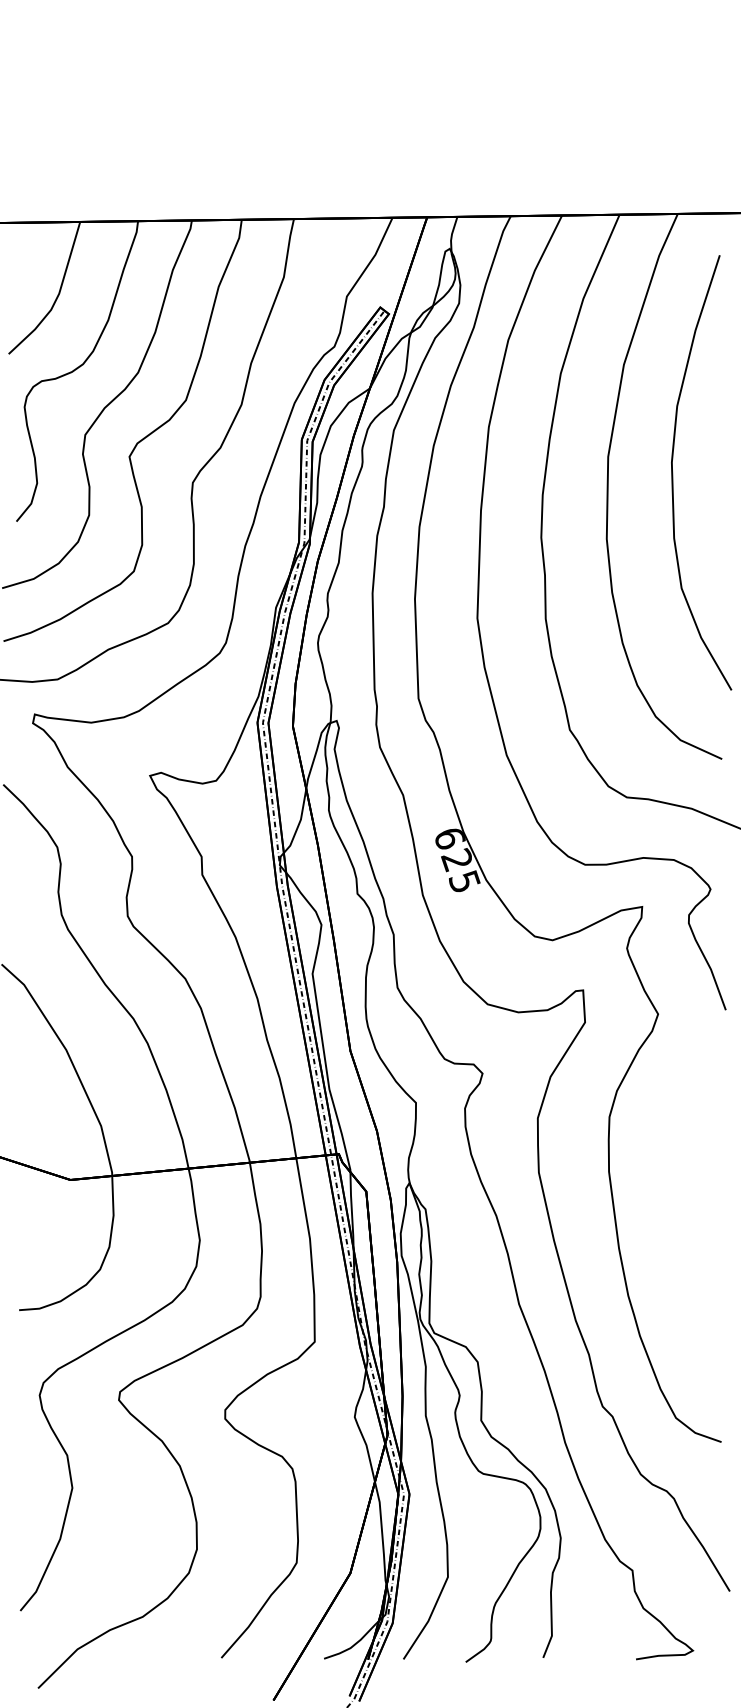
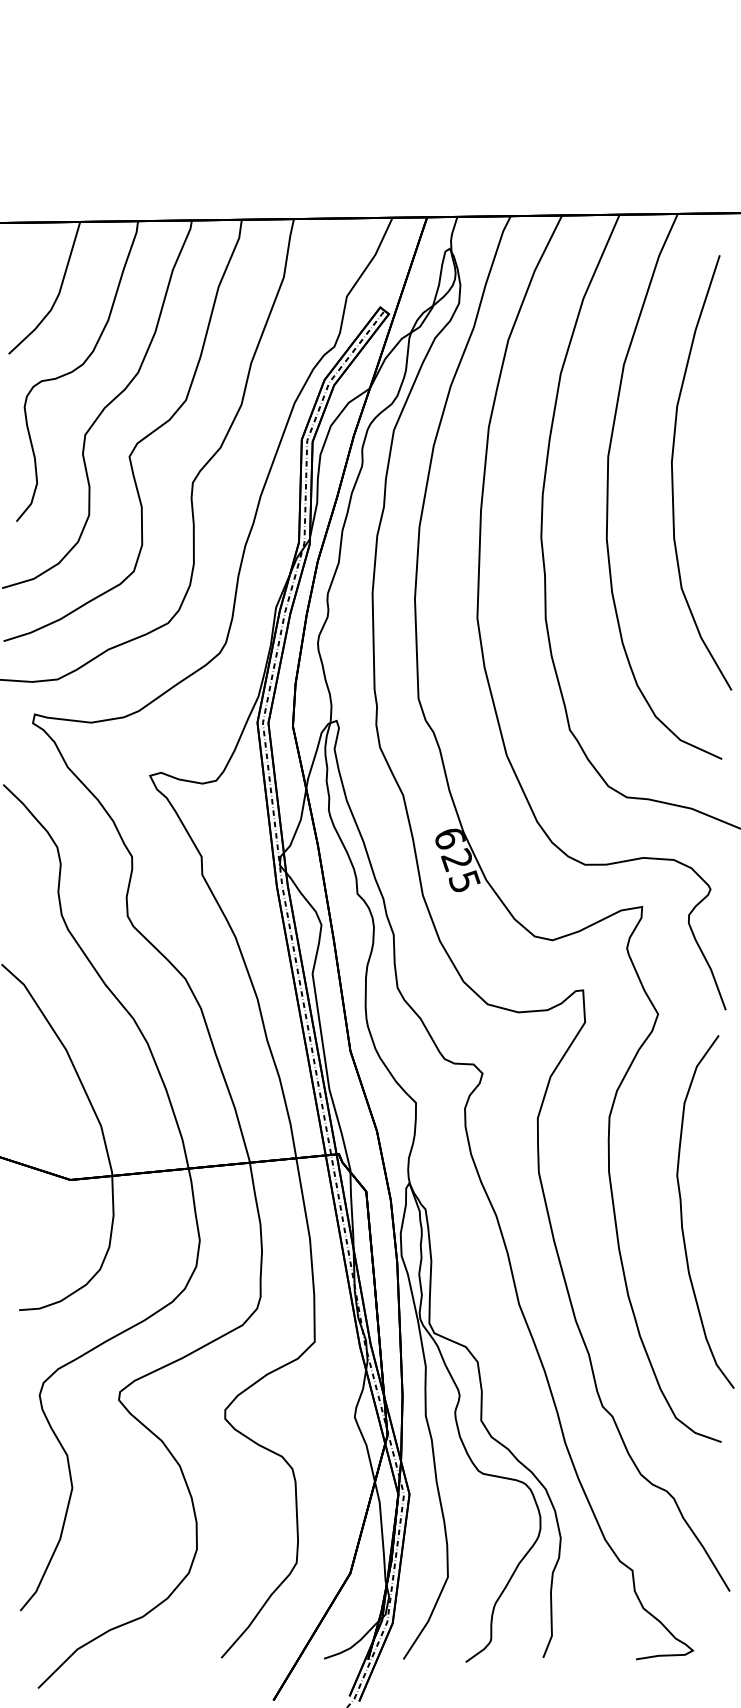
curve at (682, 1211): none -> present
